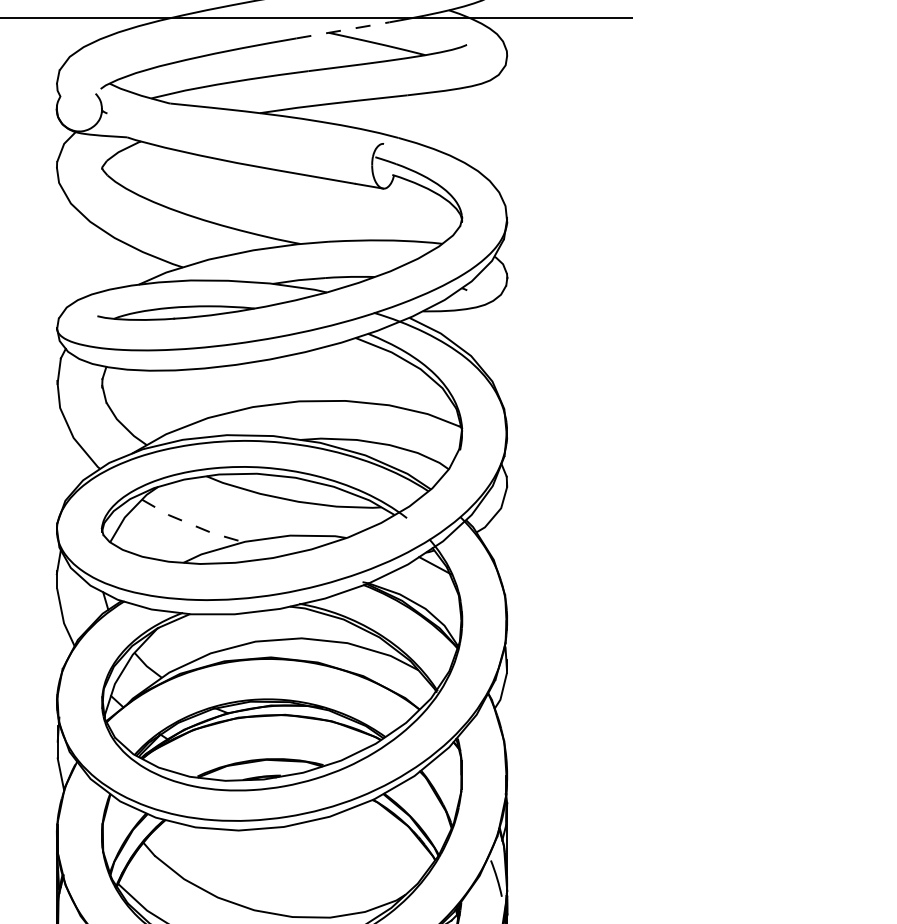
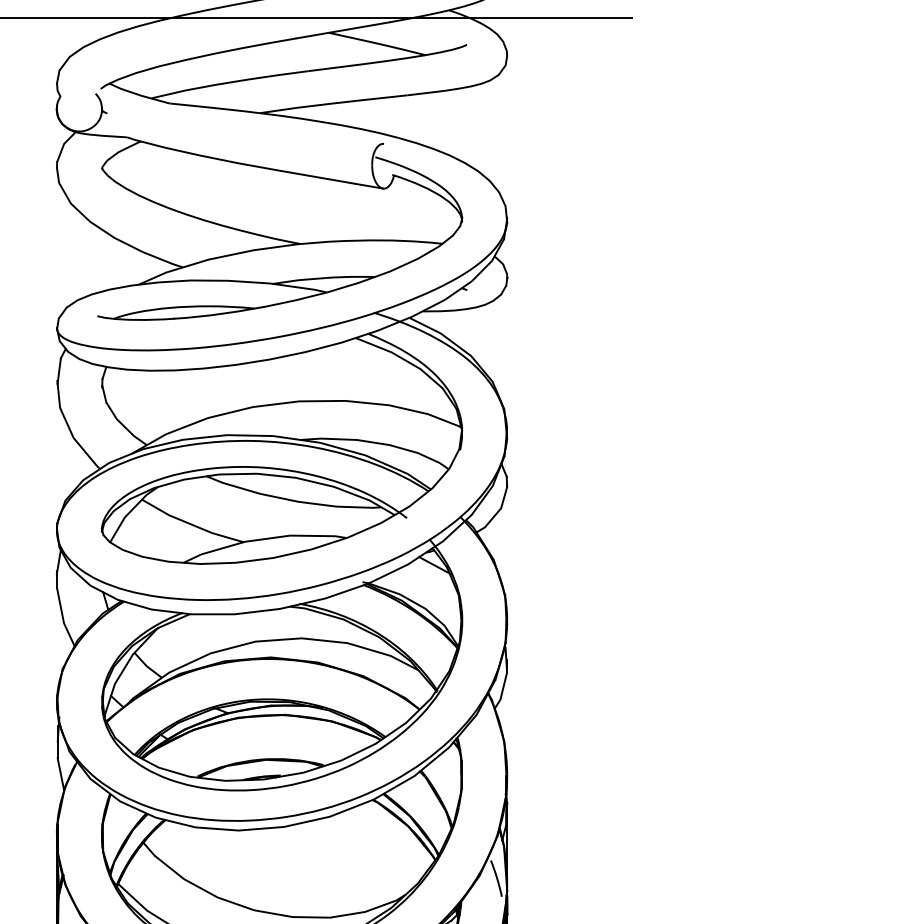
line at (343, 30): dashed -> solid
line at (191, 524): dashed -> solid
